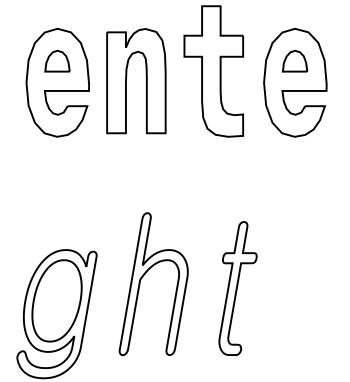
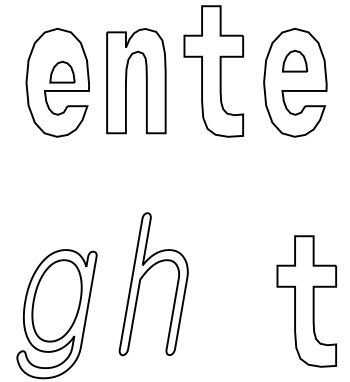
part at (57, 60) position: (57, 60) -> (62, 71)
part at (237, 288): present -> none
part at (306, 301): none -> present
